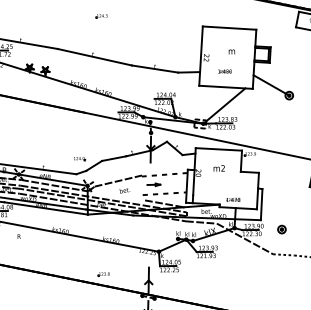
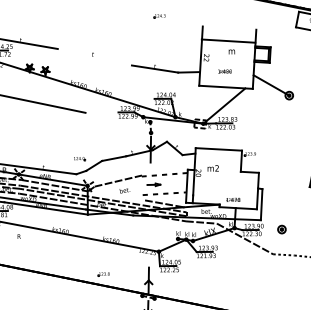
part at (101, 16) position: (101, 16) -> (159, 16)
line at (229, 27) position: (229, 27) -> (228, 40)
line at (94, 56): present -> none
line at (154, 126): present -> none
text at (218, 168) position: (218, 168) -> (212, 168)
